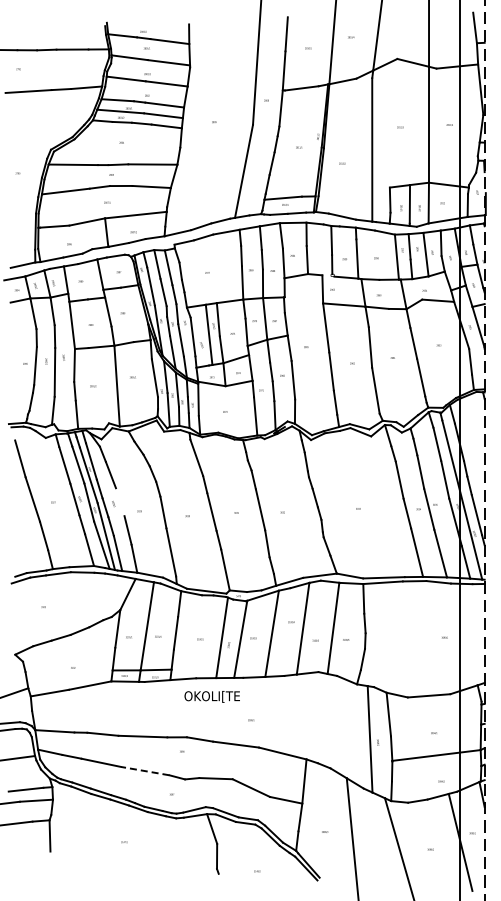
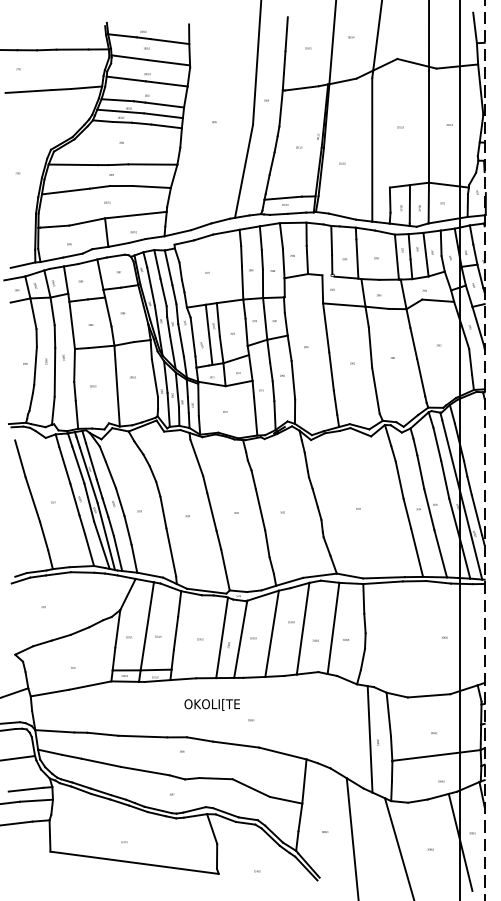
line at (120, 501): none -> present
text at (211, 696) position: (211, 696) -> (211, 704)
line at (144, 771): dashed -> solid
line at (134, 862): none -> present
